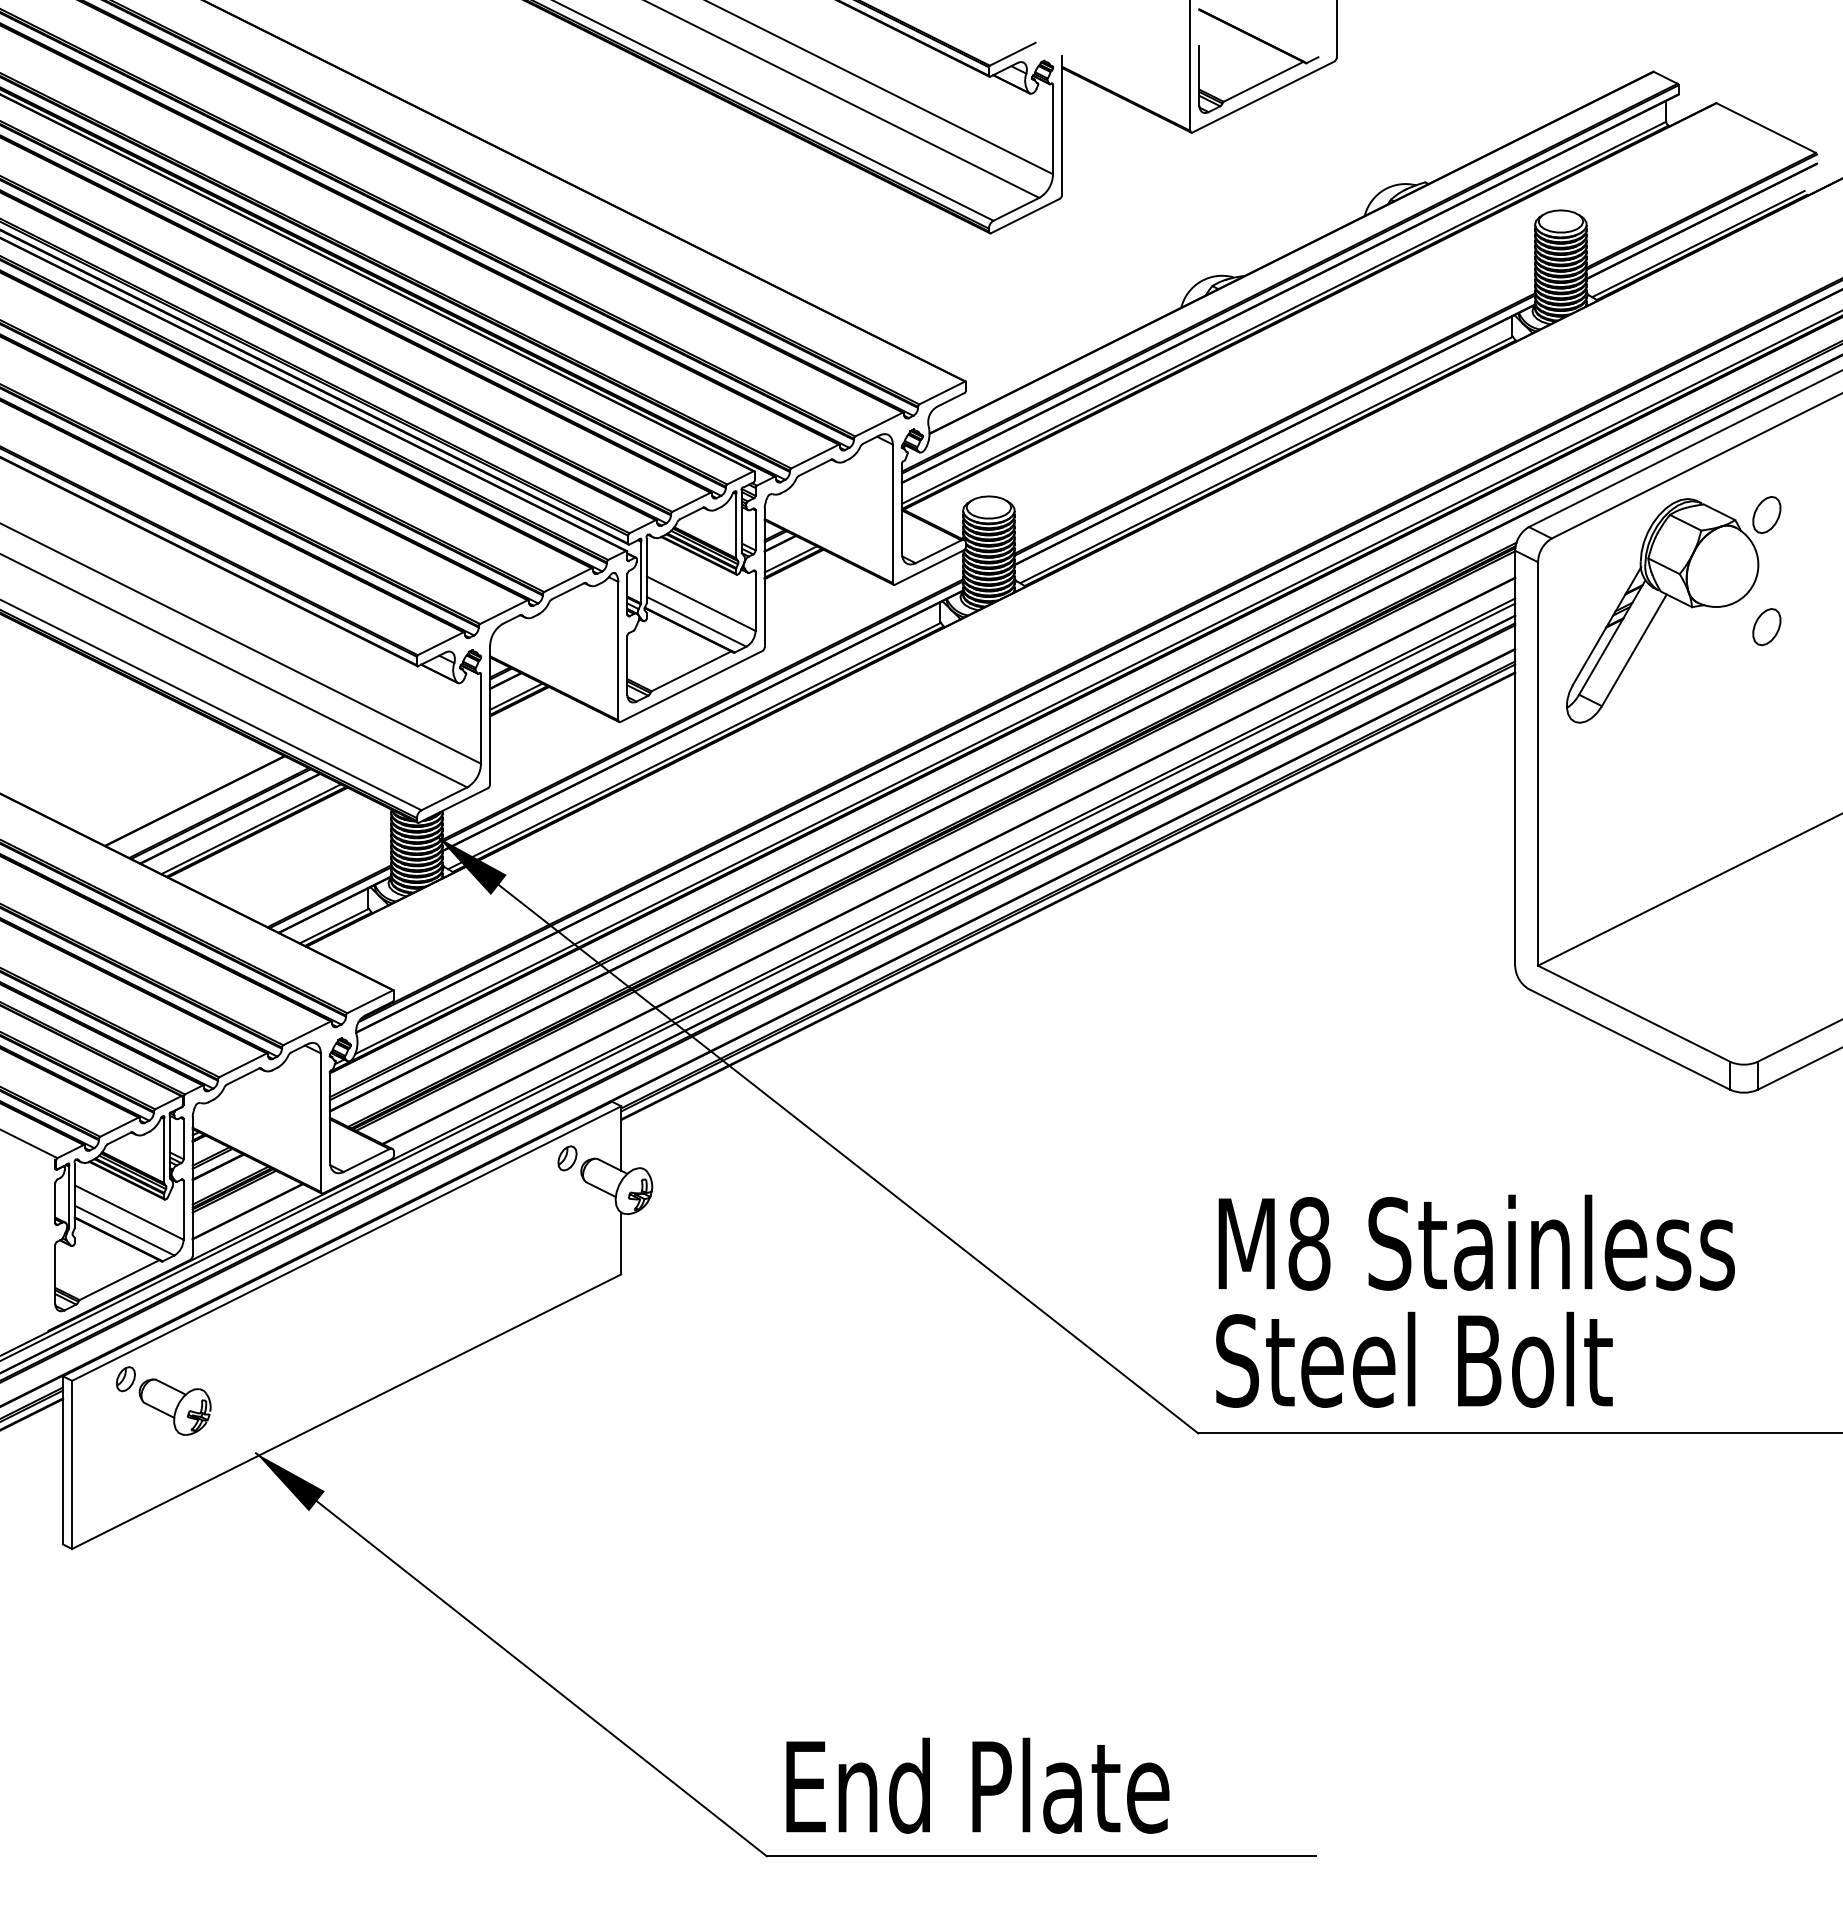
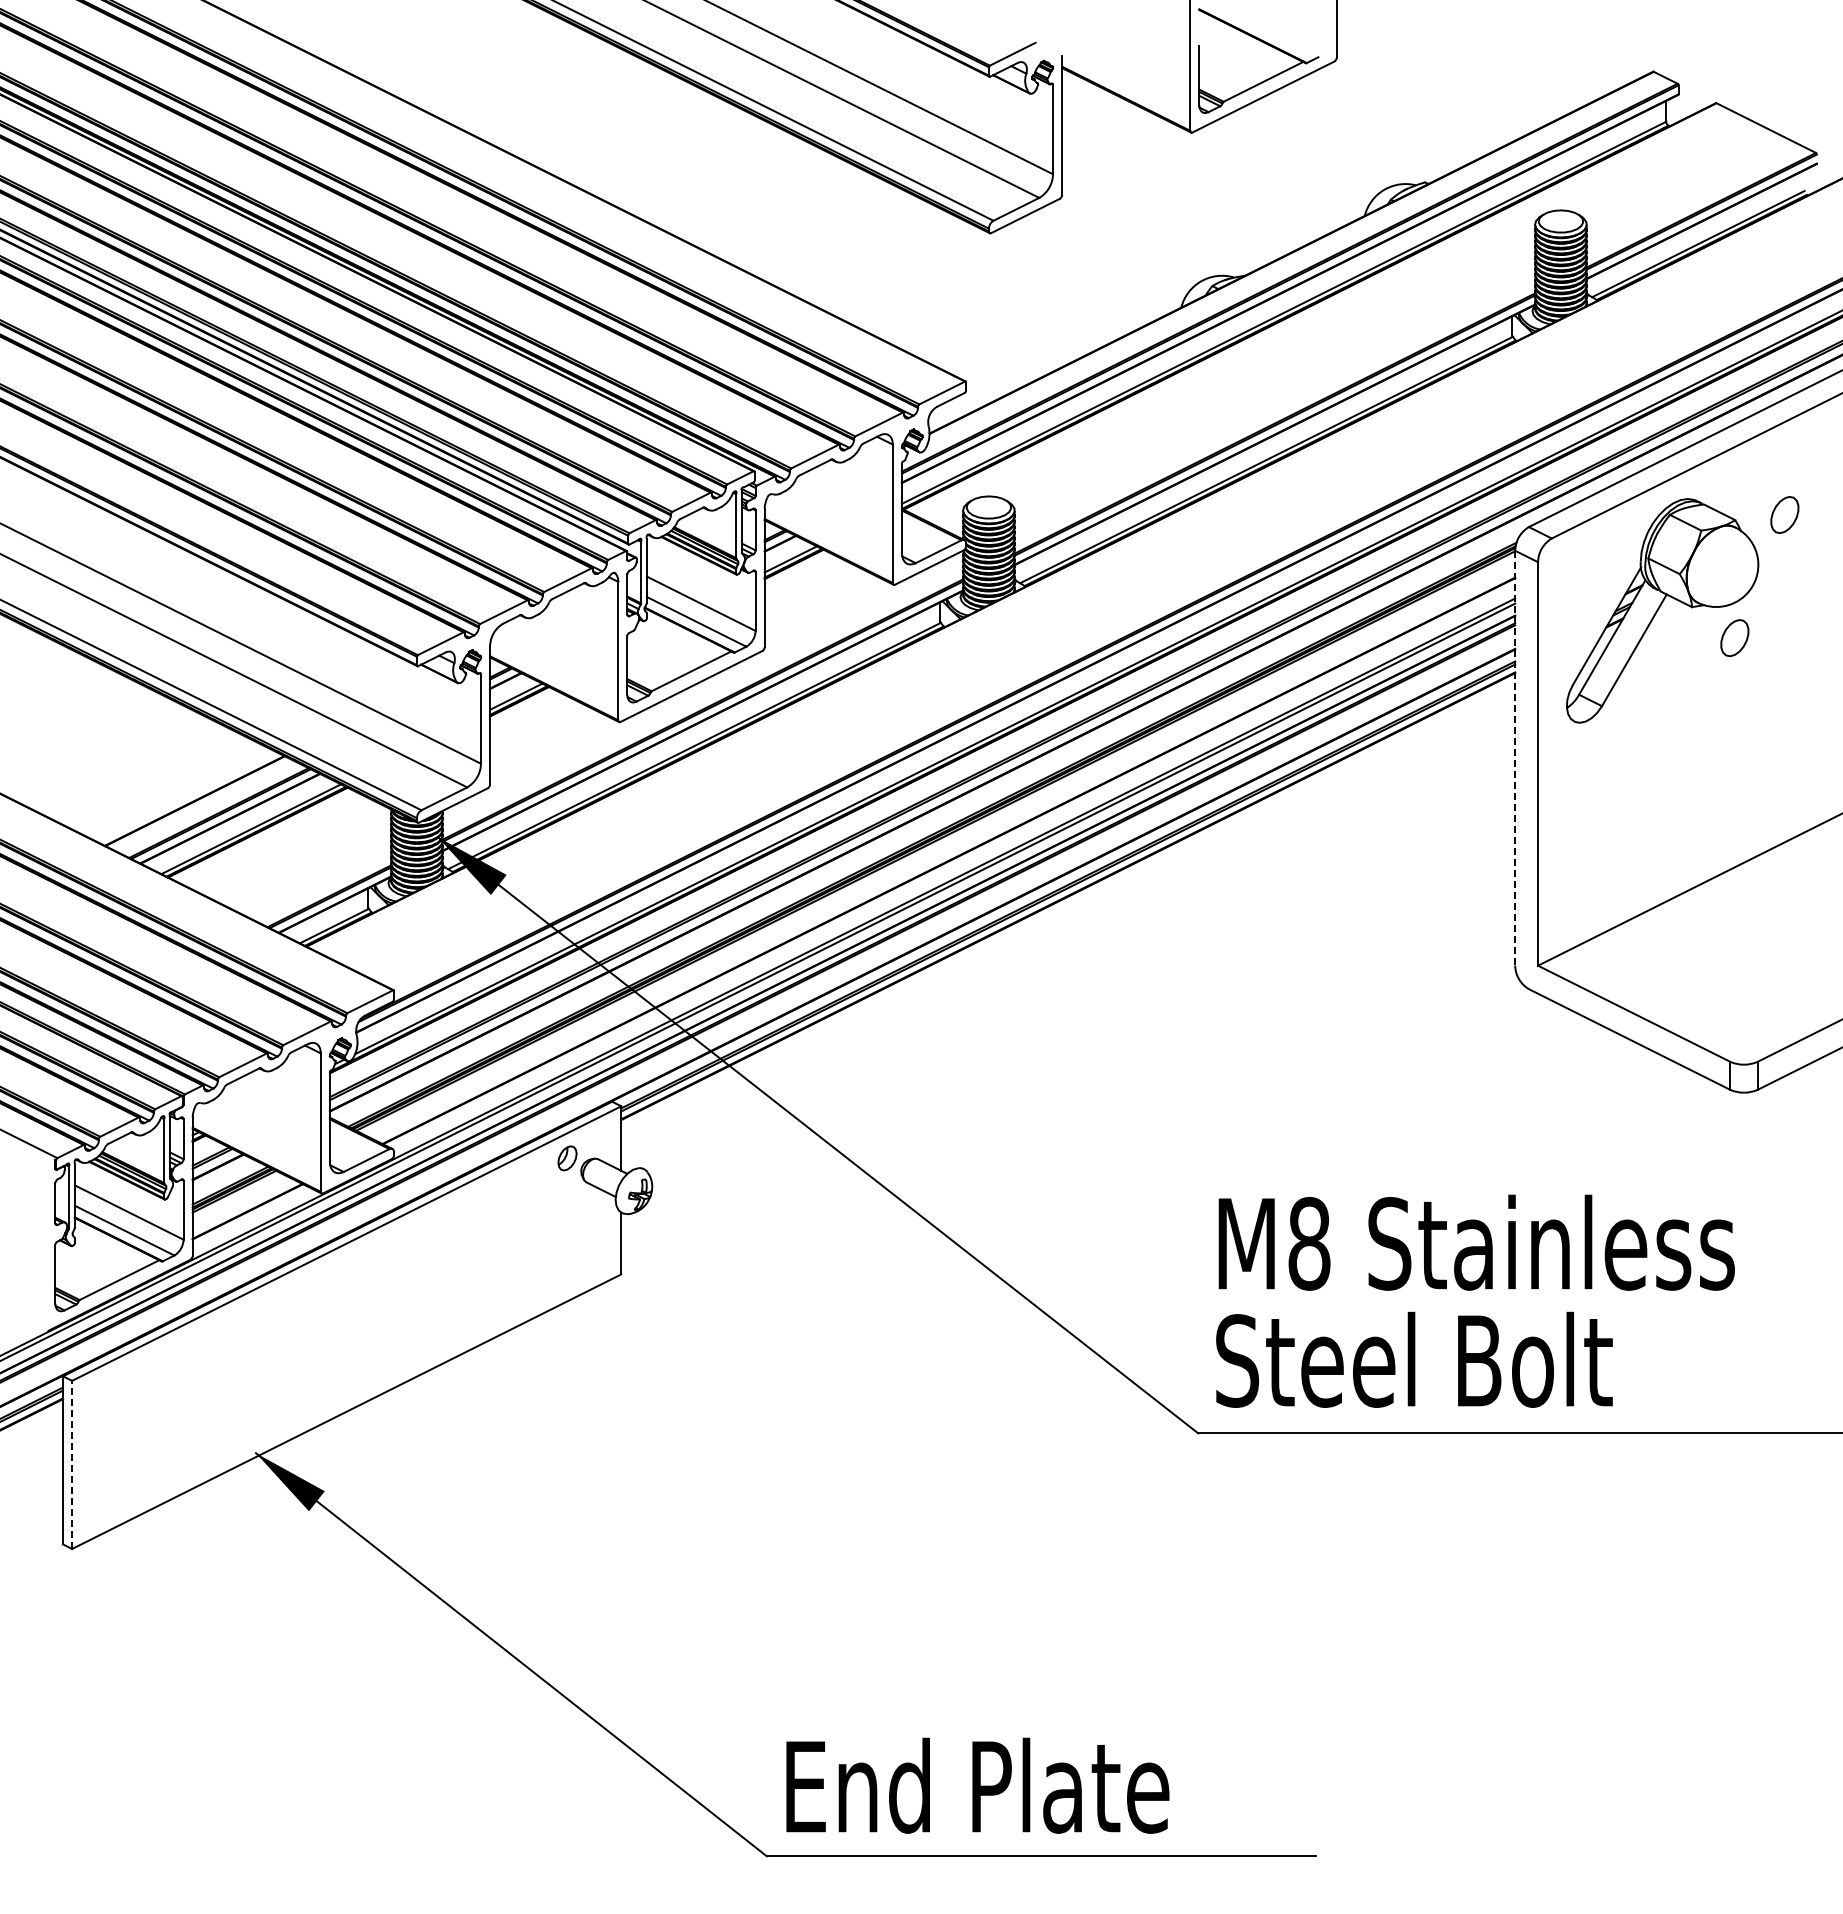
part at (1766, 514) position: (1766, 514) -> (1784, 514)
part at (1766, 627) position: (1766, 627) -> (1734, 638)
line at (1515, 758): solid -> dashed
part at (163, 1400): present -> none
line at (72, 1464): solid -> dashed
